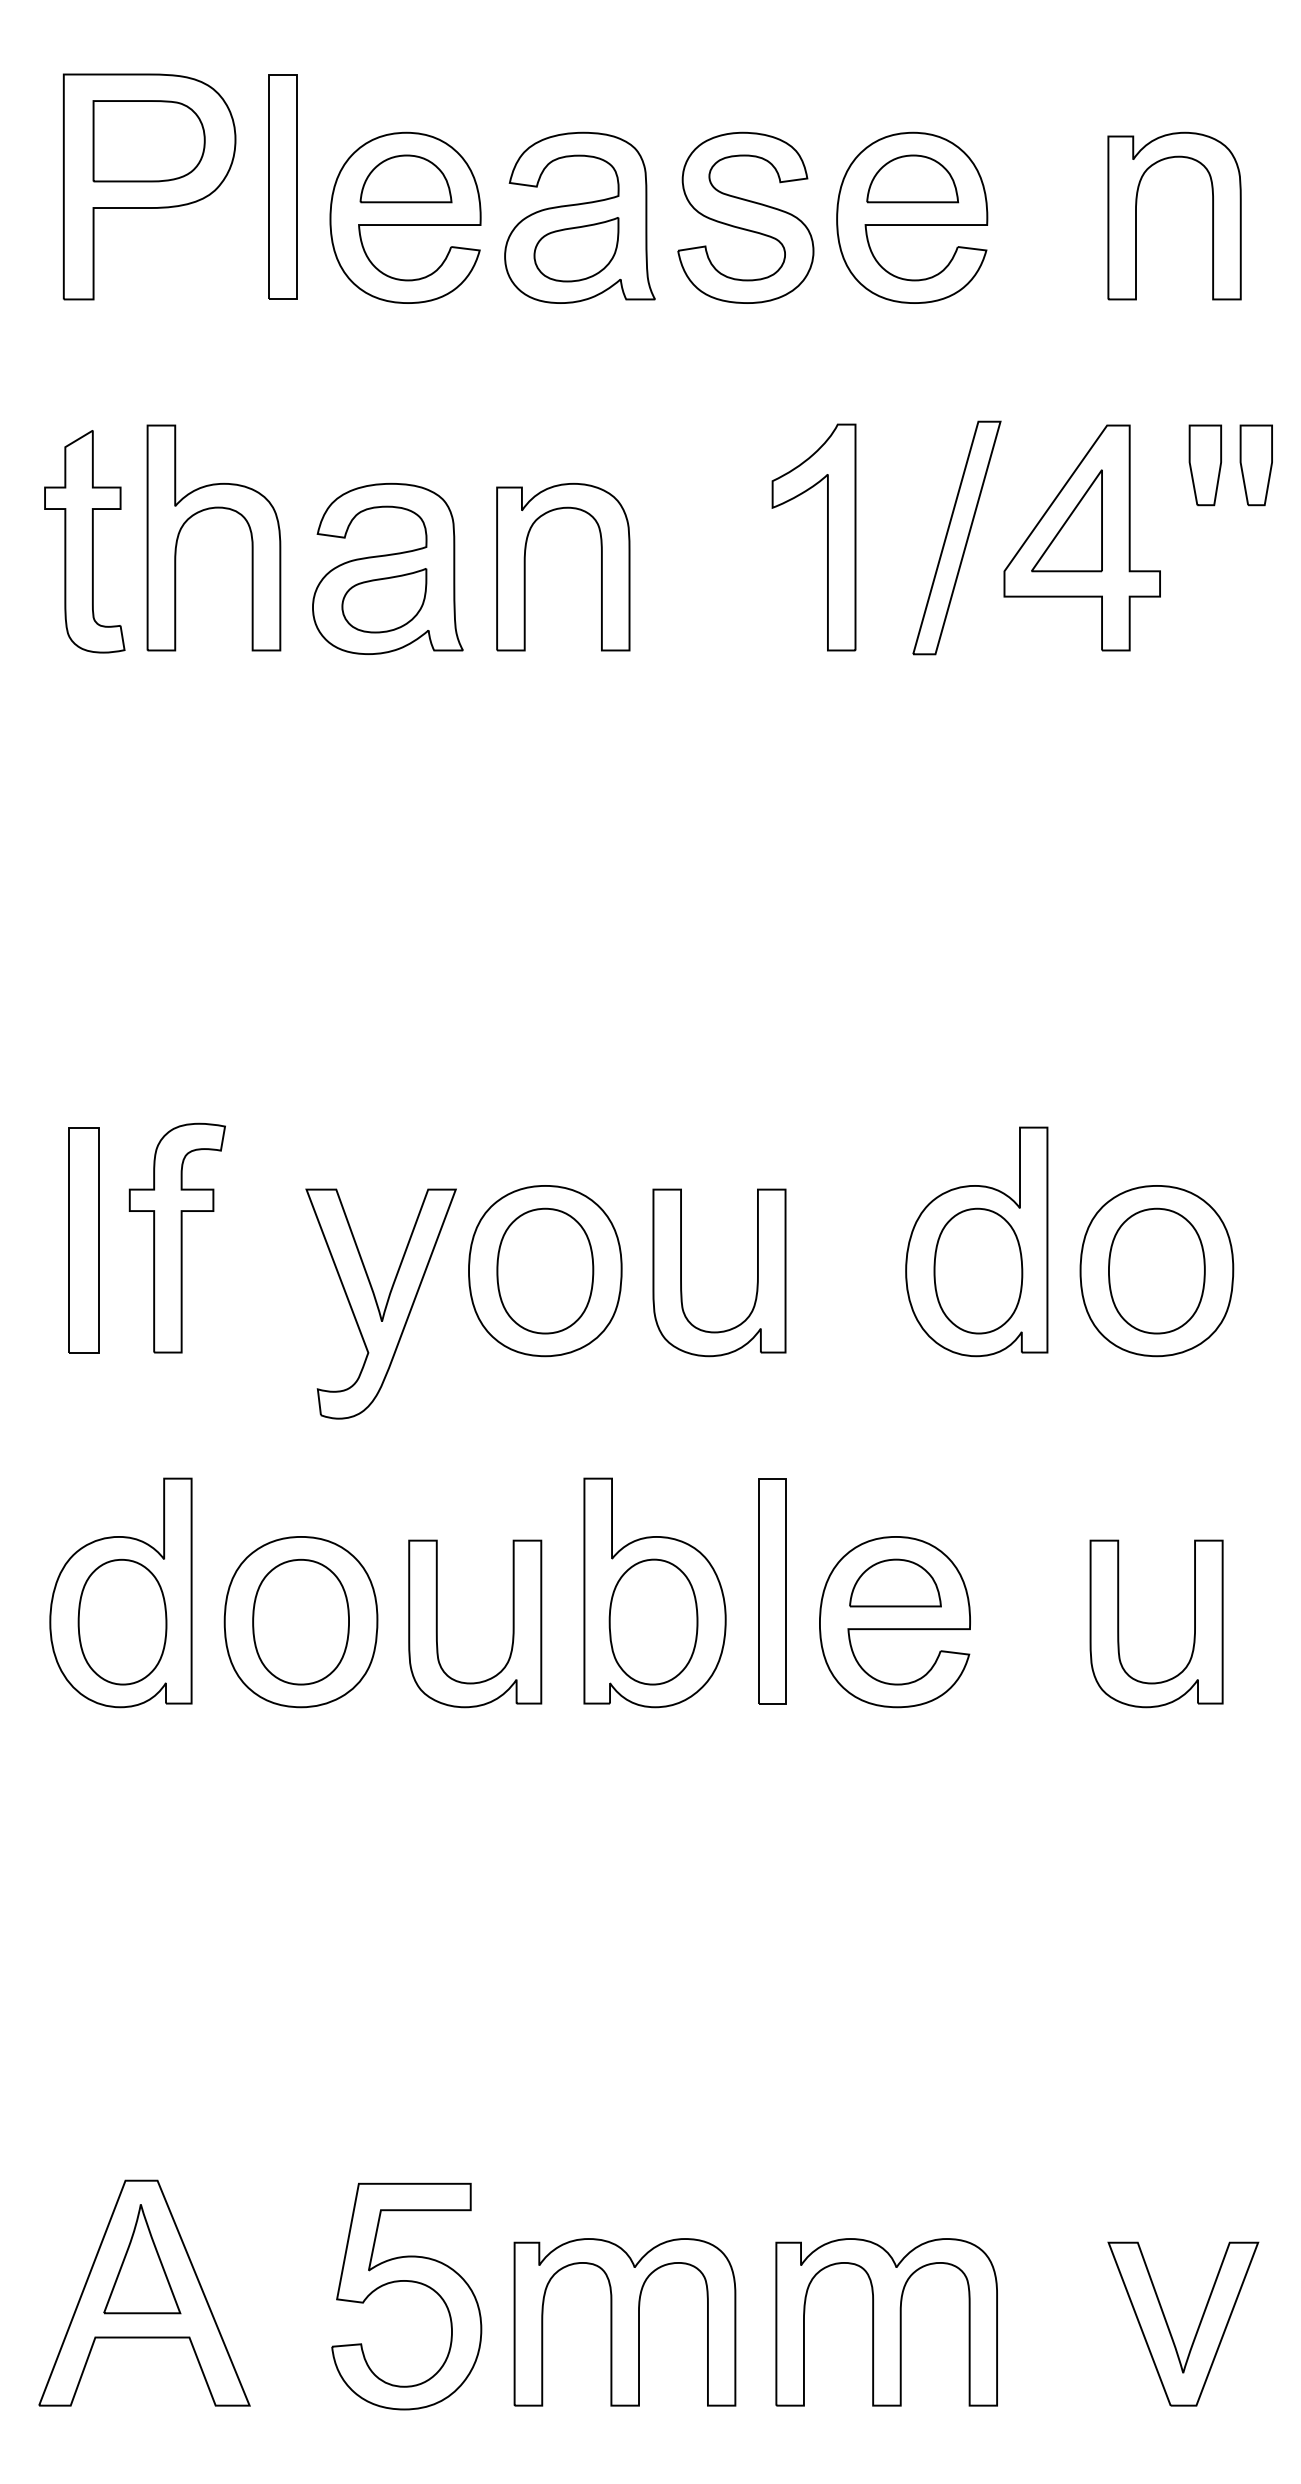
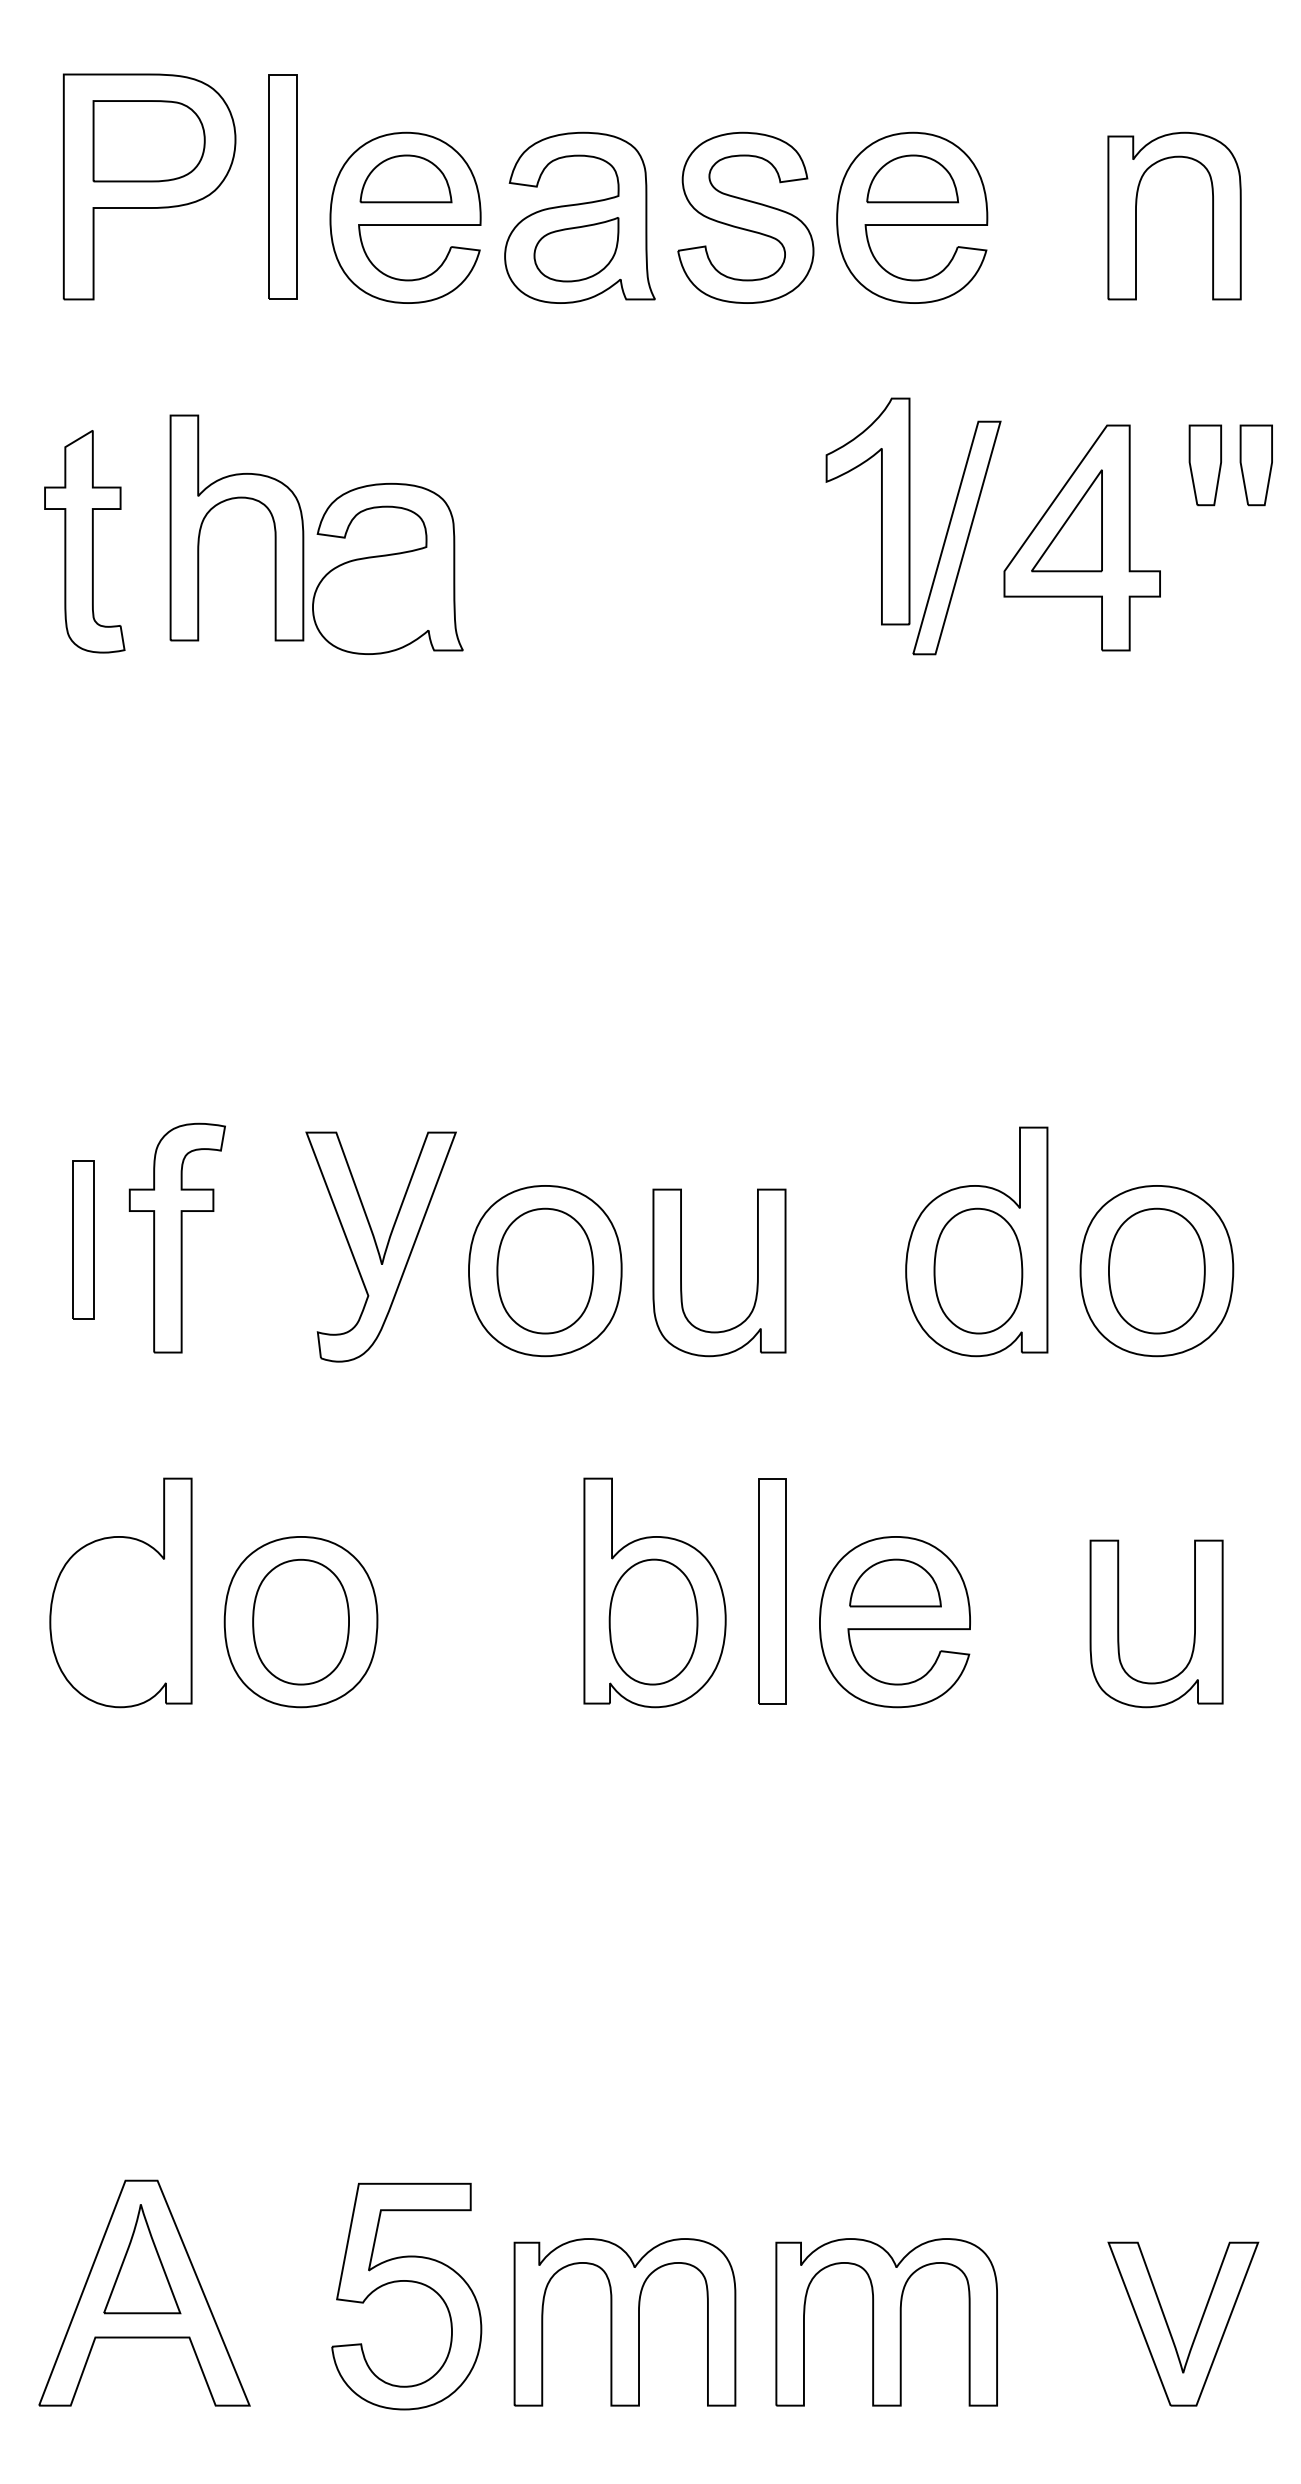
part at (203, 511) position: (203, 511) -> (226, 501)
part at (827, 537) position: (827, 537) -> (881, 511)
part at (525, 567): present -> none
part at (384, 600): present -> none
part at (83, 1240) size: 32x227 px -> 23x160 px
part at (380, 1303) position: (380, 1303) -> (380, 1246)
part at (122, 1621): present -> none
part at (512, 1623): present -> none
